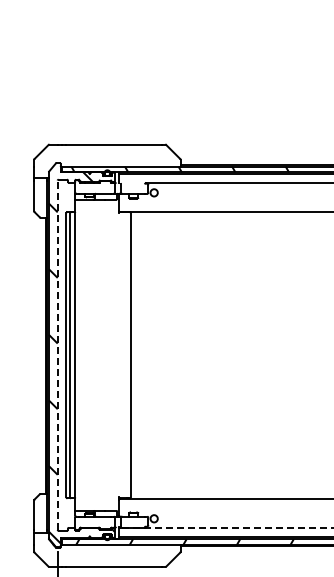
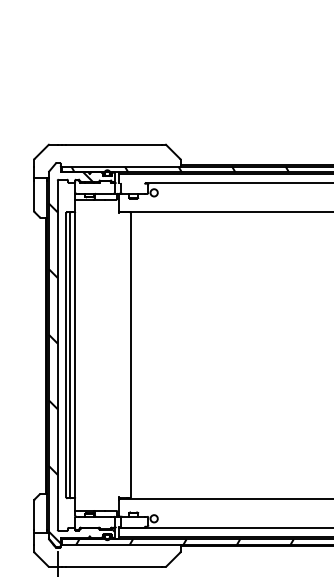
line at (57, 355): dashed -> solid
line at (226, 527): dashed -> solid
